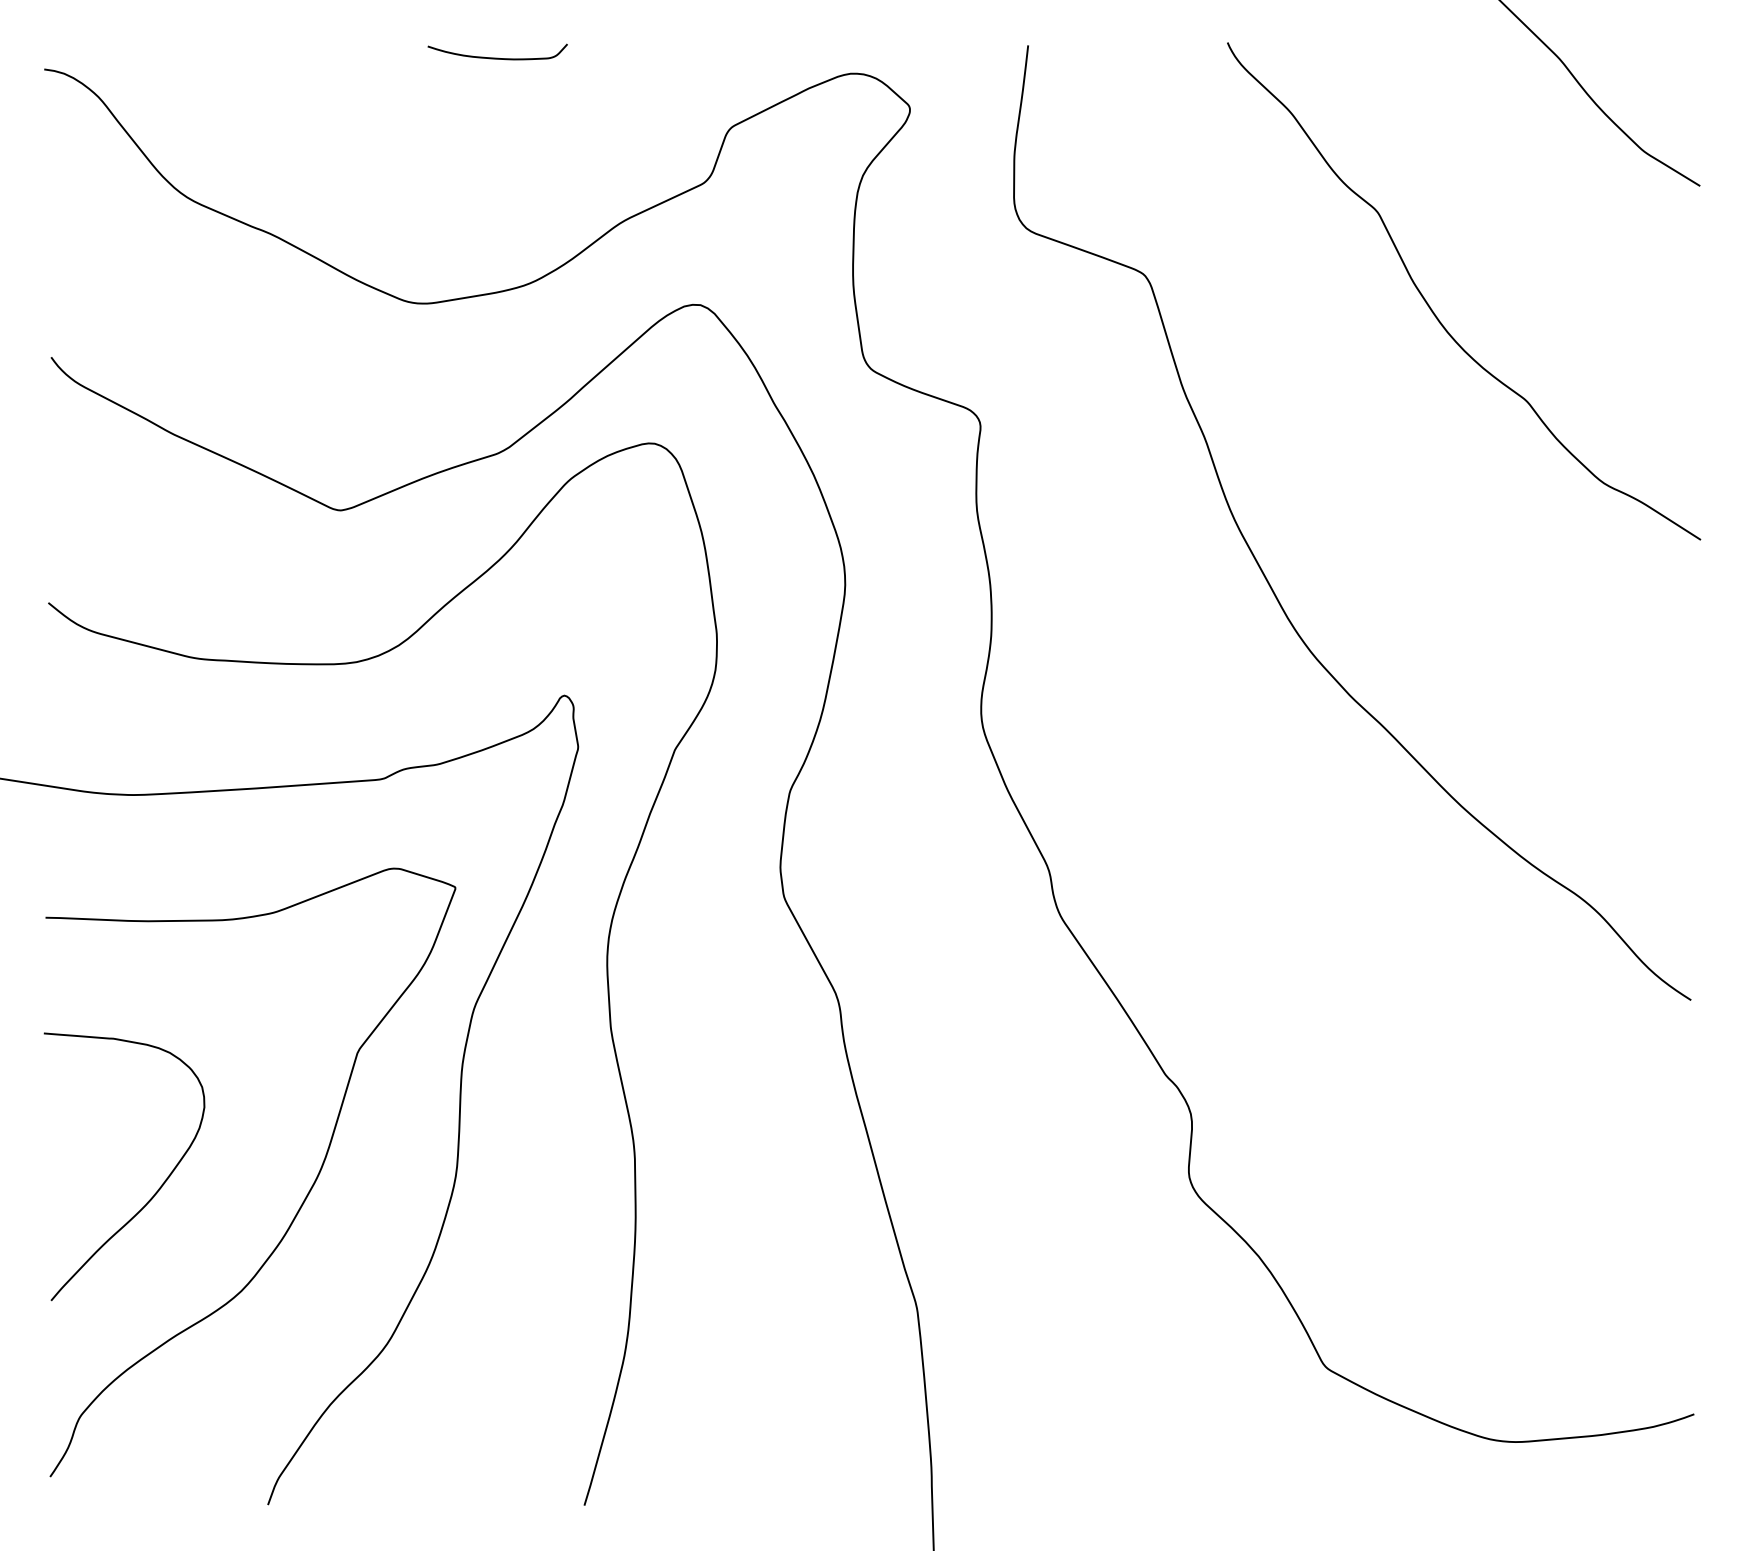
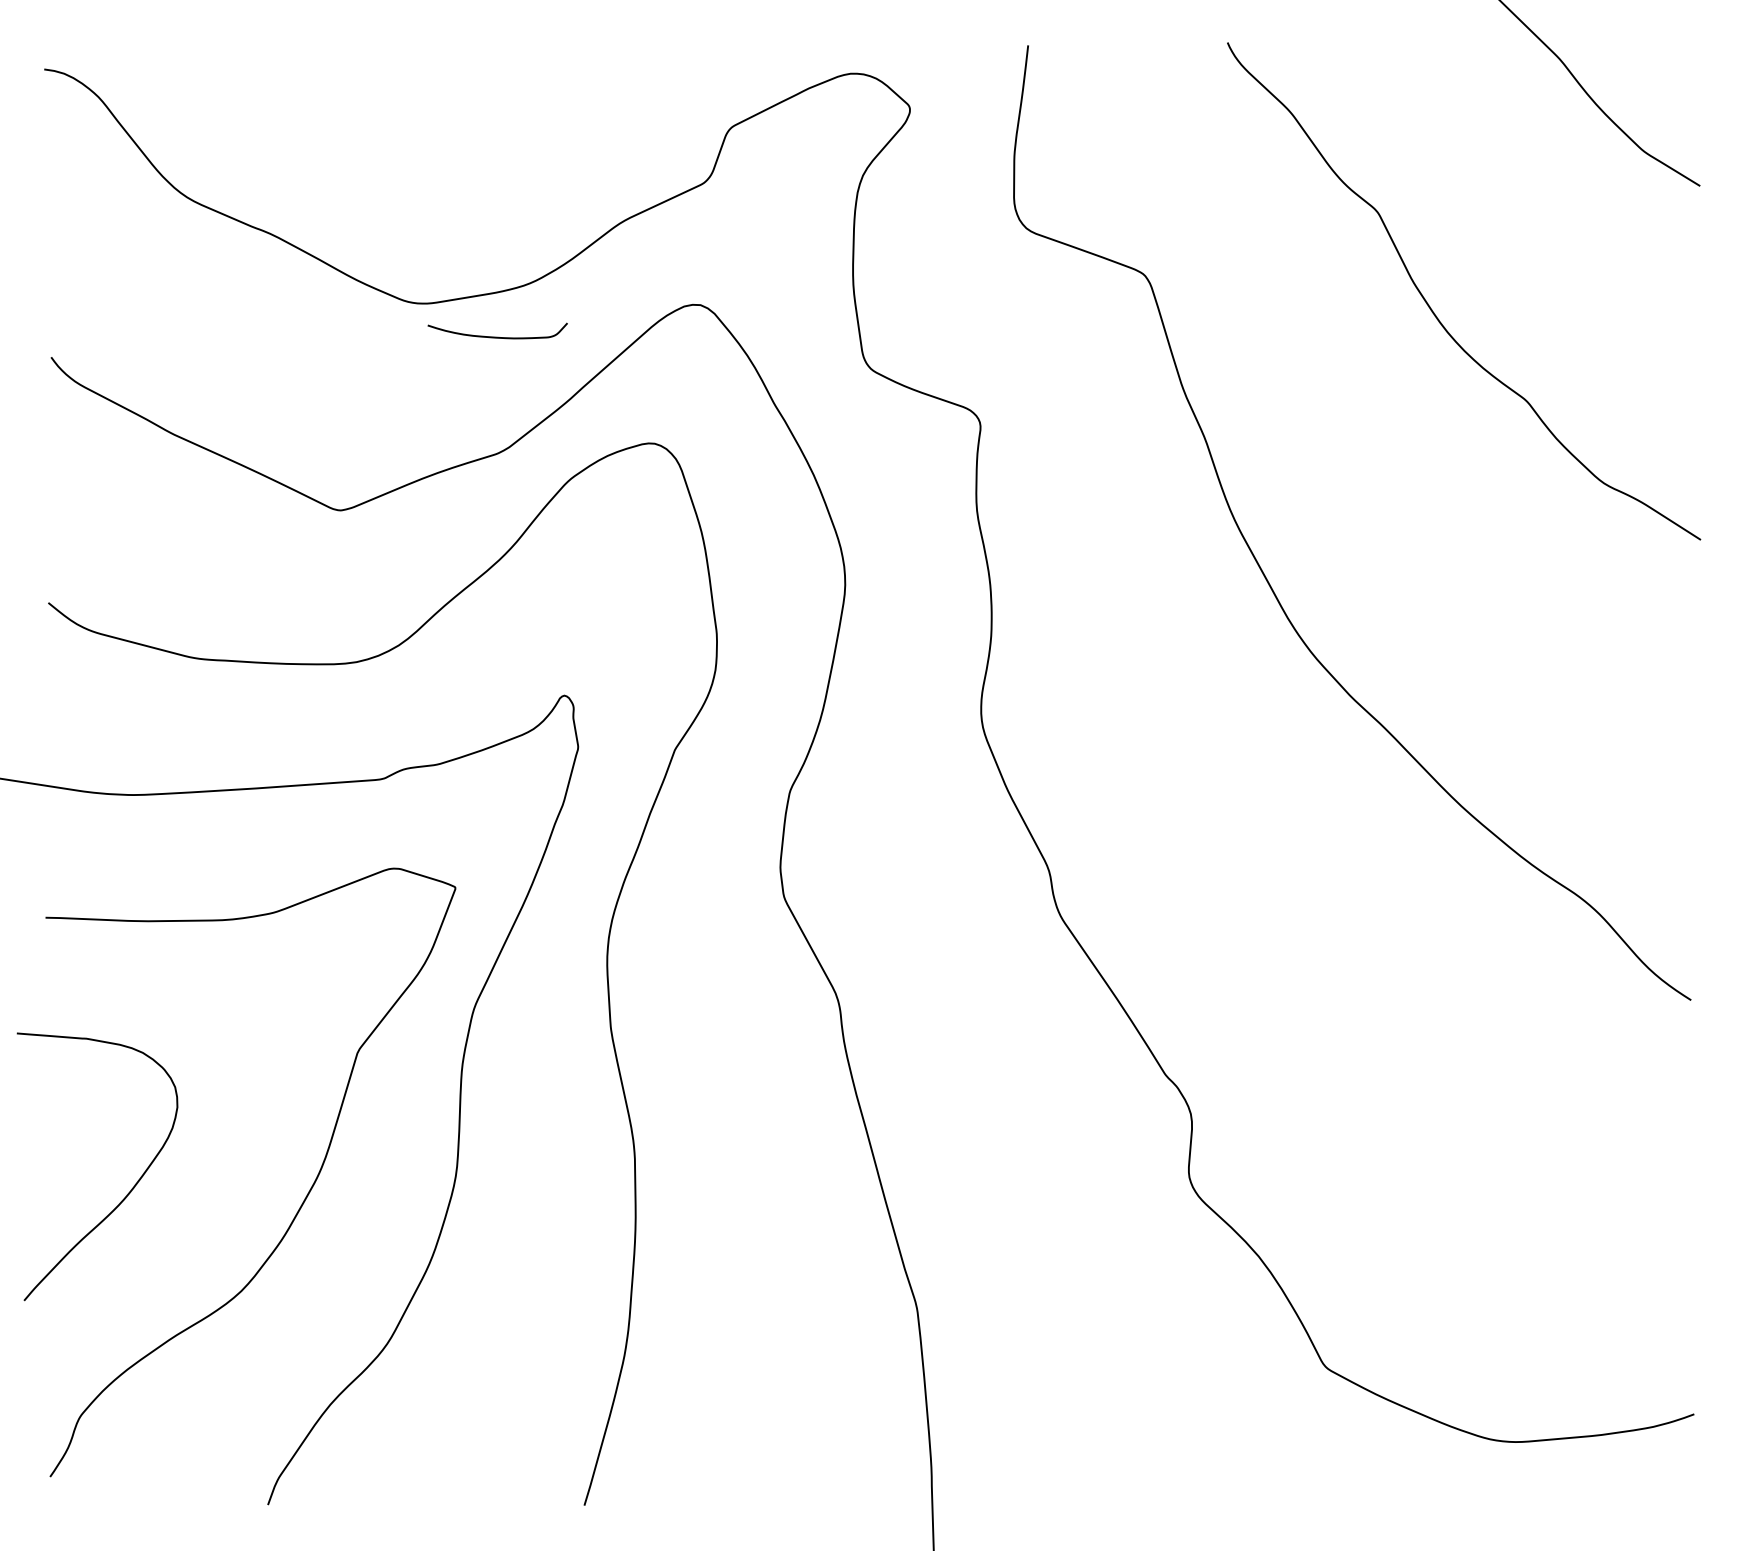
curve at (497, 57) position: (497, 57) -> (497, 336)
curve at (154, 1193) position: (154, 1193) -> (127, 1193)
